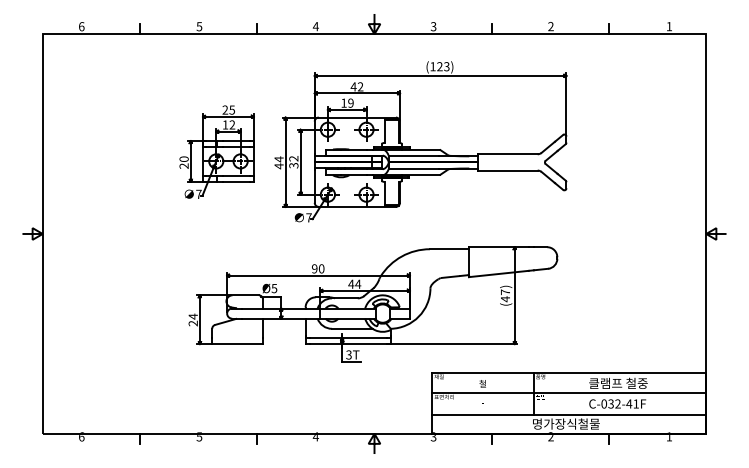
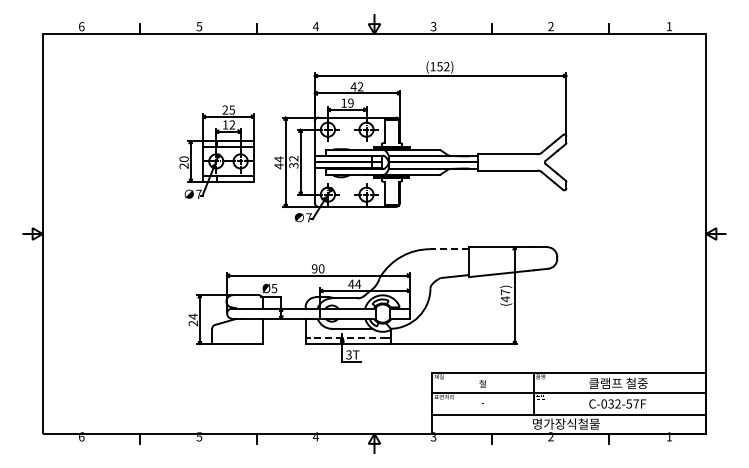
text at (443, 66): (123) -> (152)
line at (449, 249): solid -> dashed
line at (348, 337): solid -> dashed
text at (632, 403): C-032-41F -> C-032-57F
